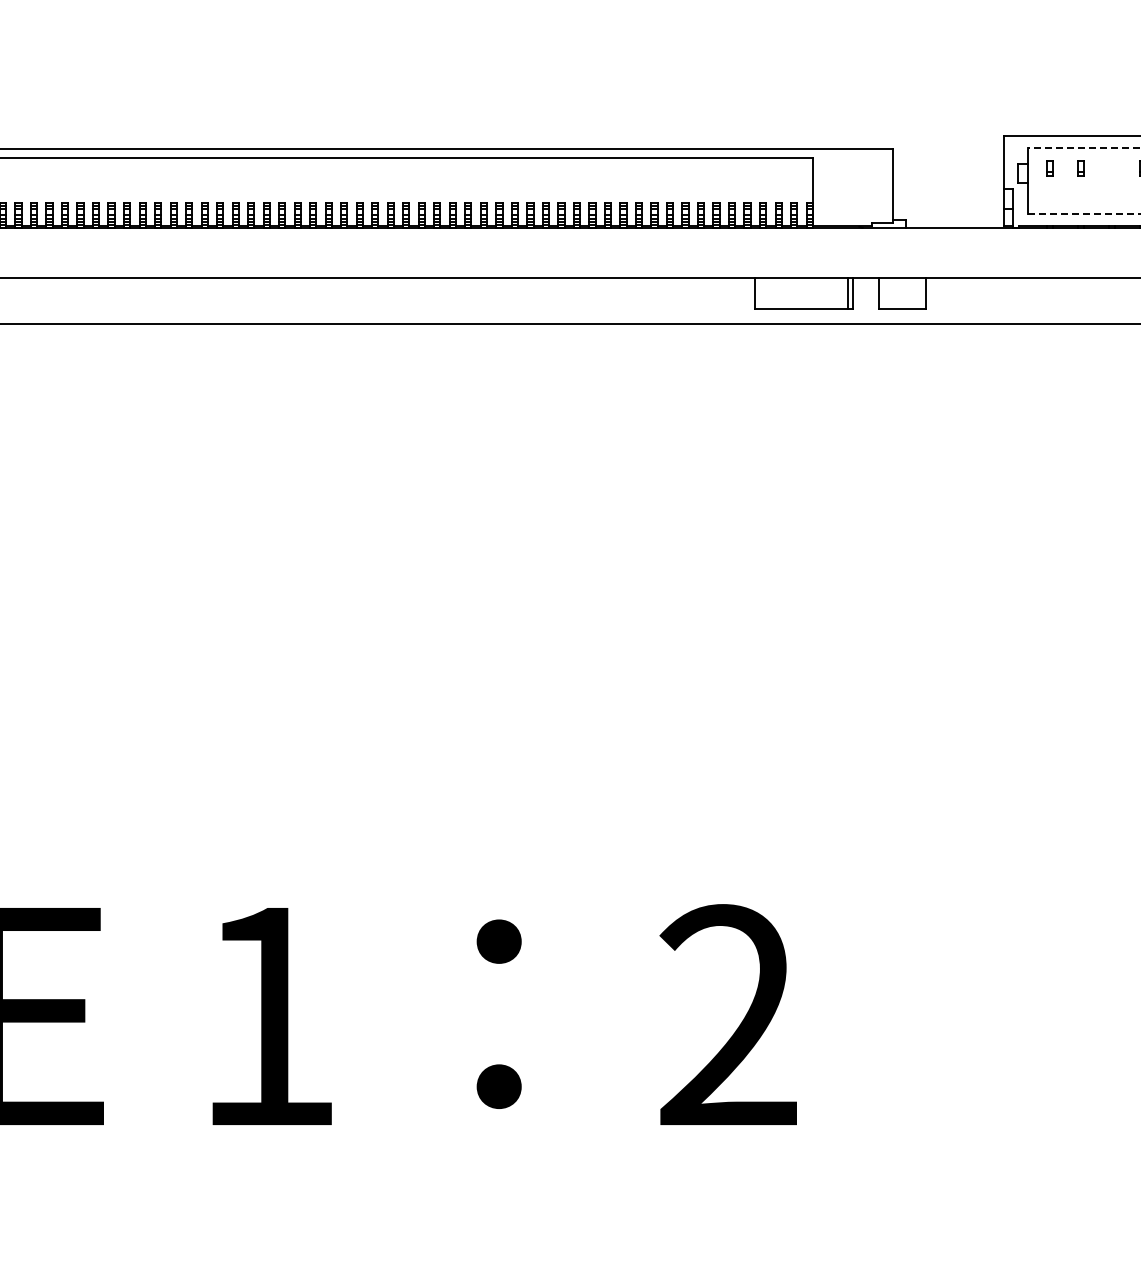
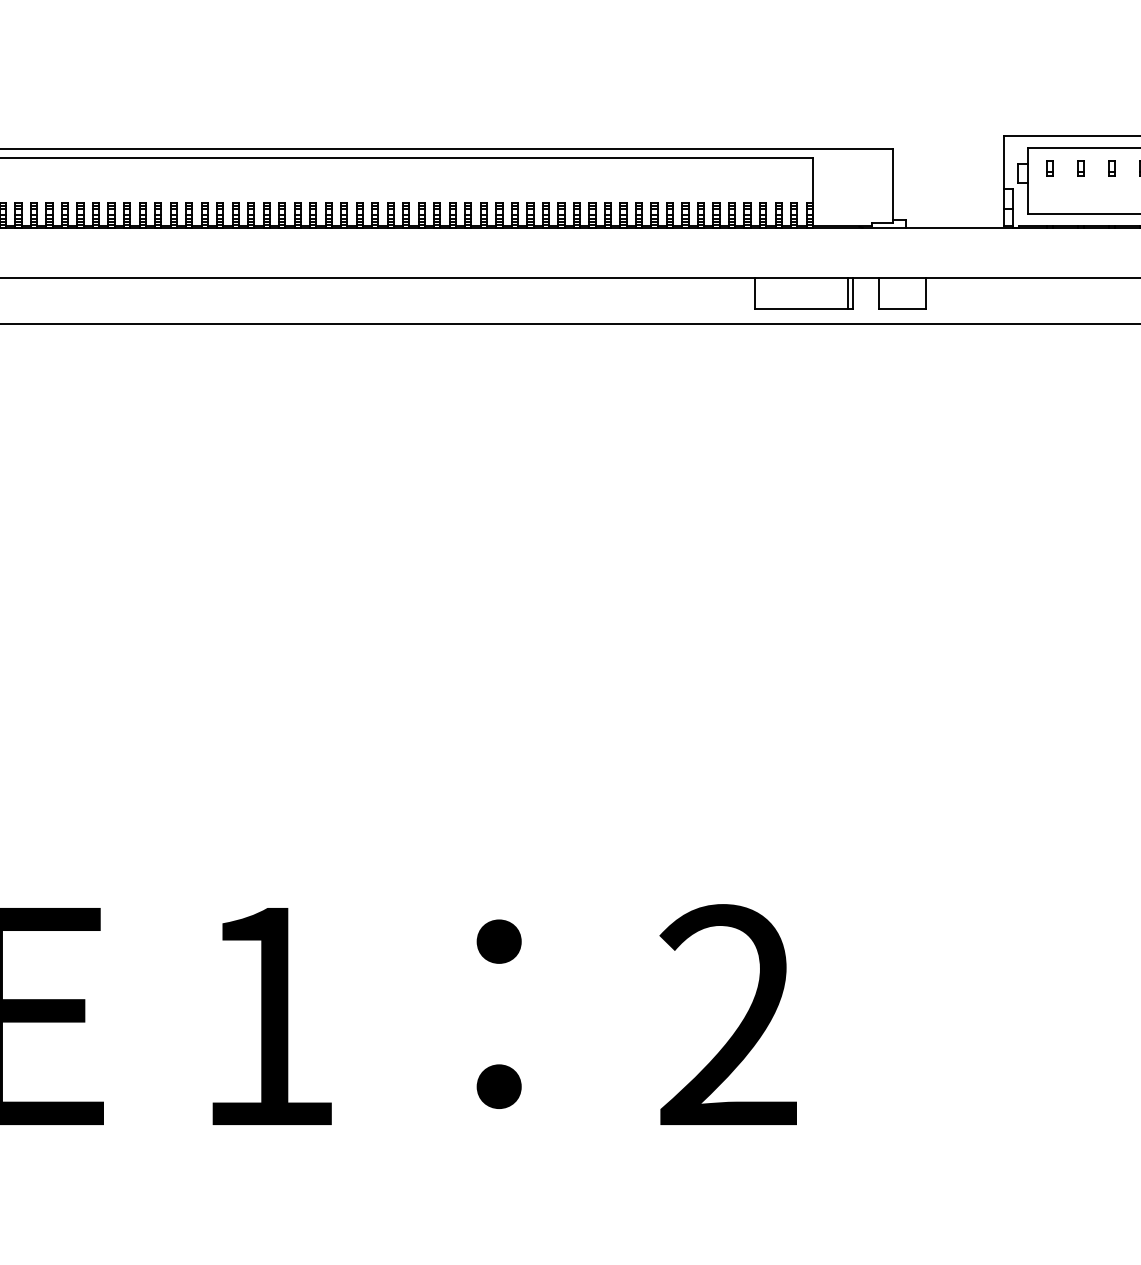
line at (1084, 148): dashed -> solid
part at (1111, 168): none -> present
line at (1084, 213): dashed -> solid
